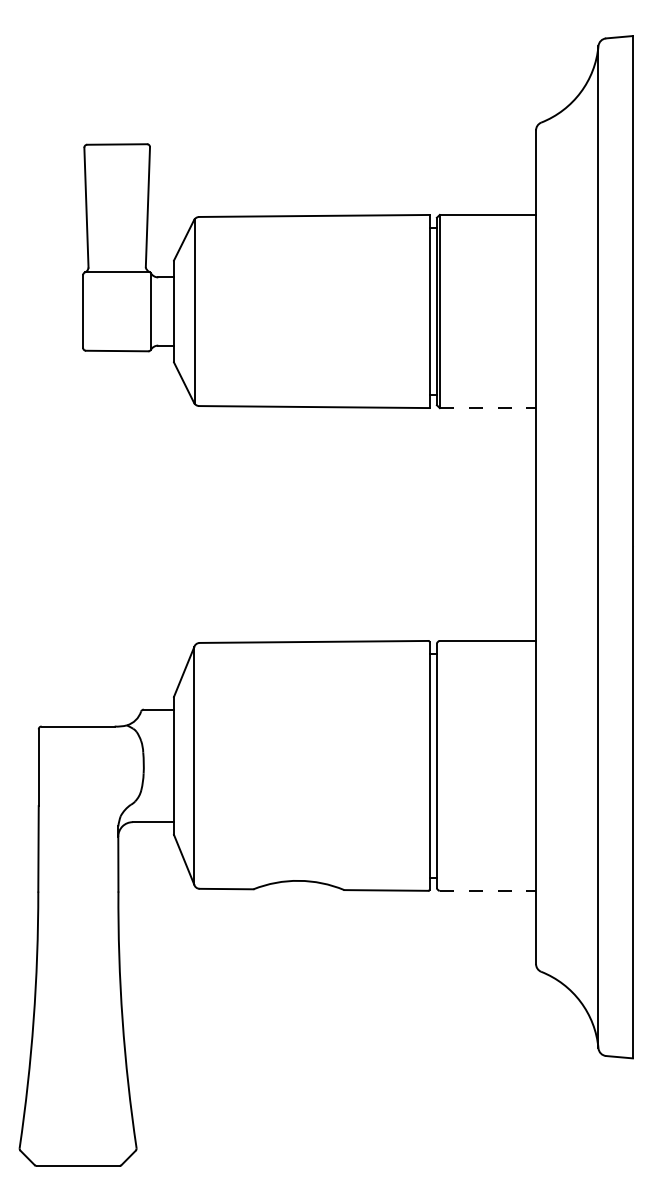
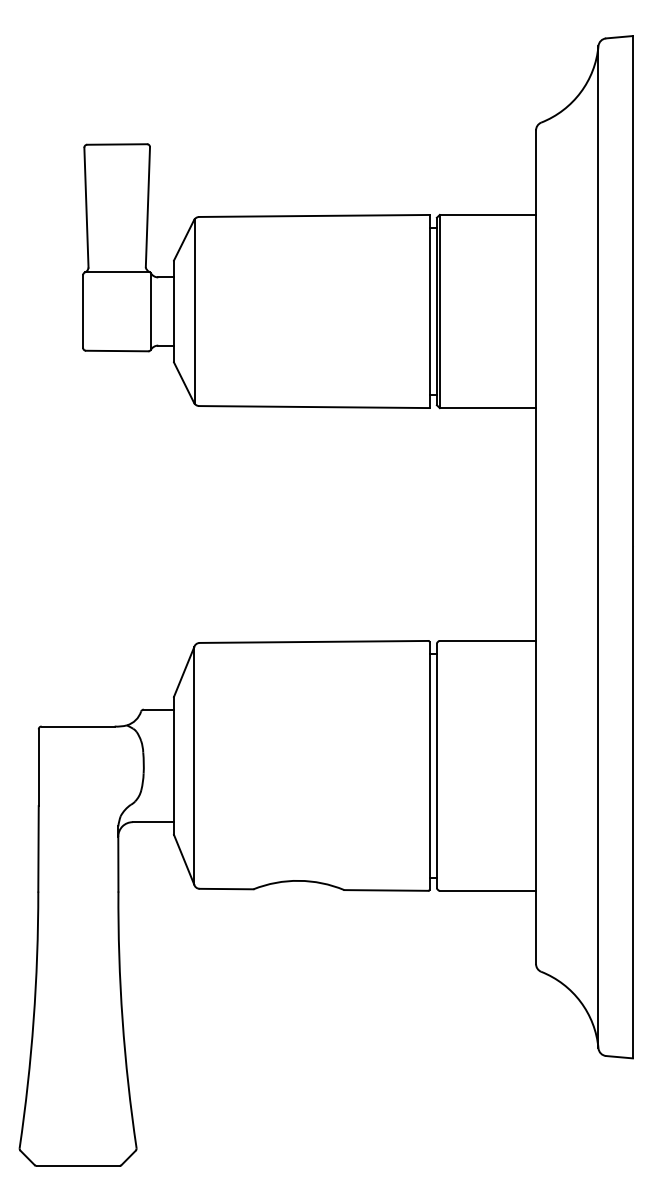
line at (488, 408): dashed -> solid
line at (488, 890): dashed -> solid
